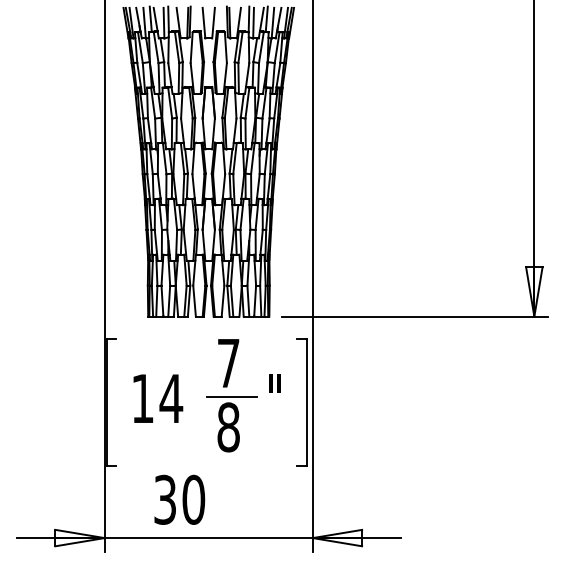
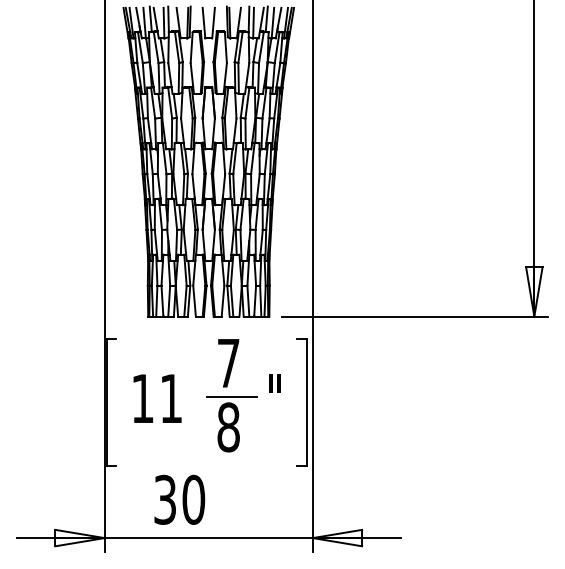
text at (171, 398): 14 -> 11
